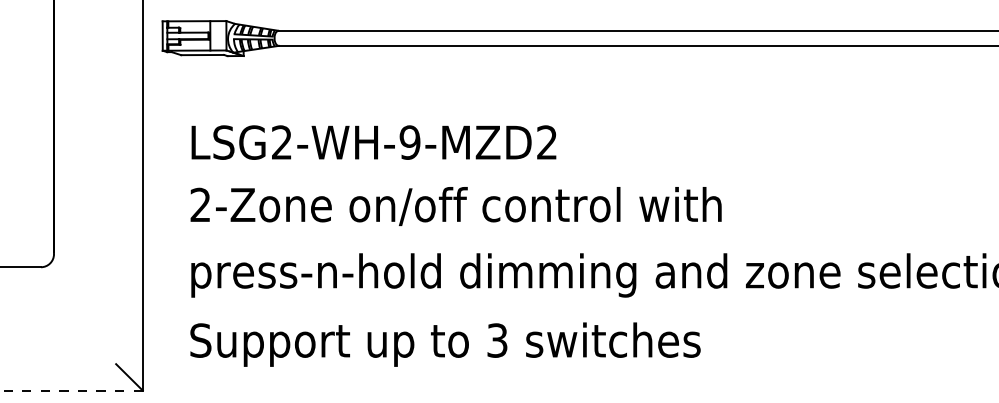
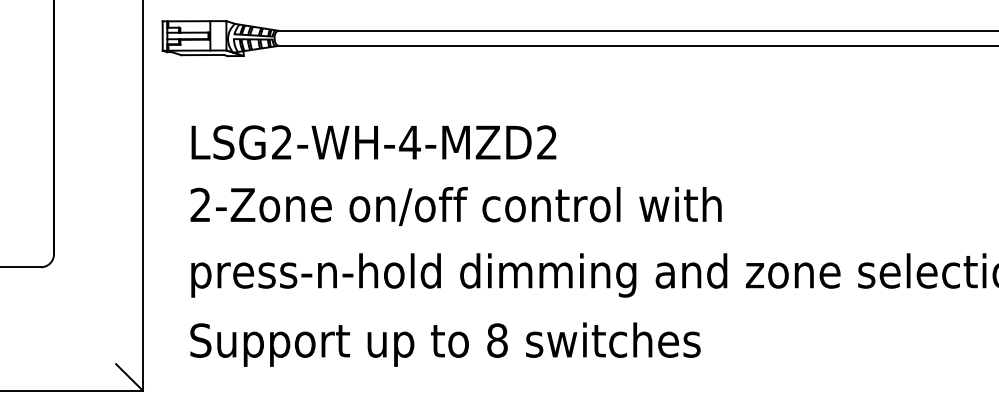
text at (409, 142): LSG2-WH-9-MZD2 -> LSG2-WH-4-MZD2
text at (497, 340): 3 -> 8
line at (71, 390): dashed -> solid
